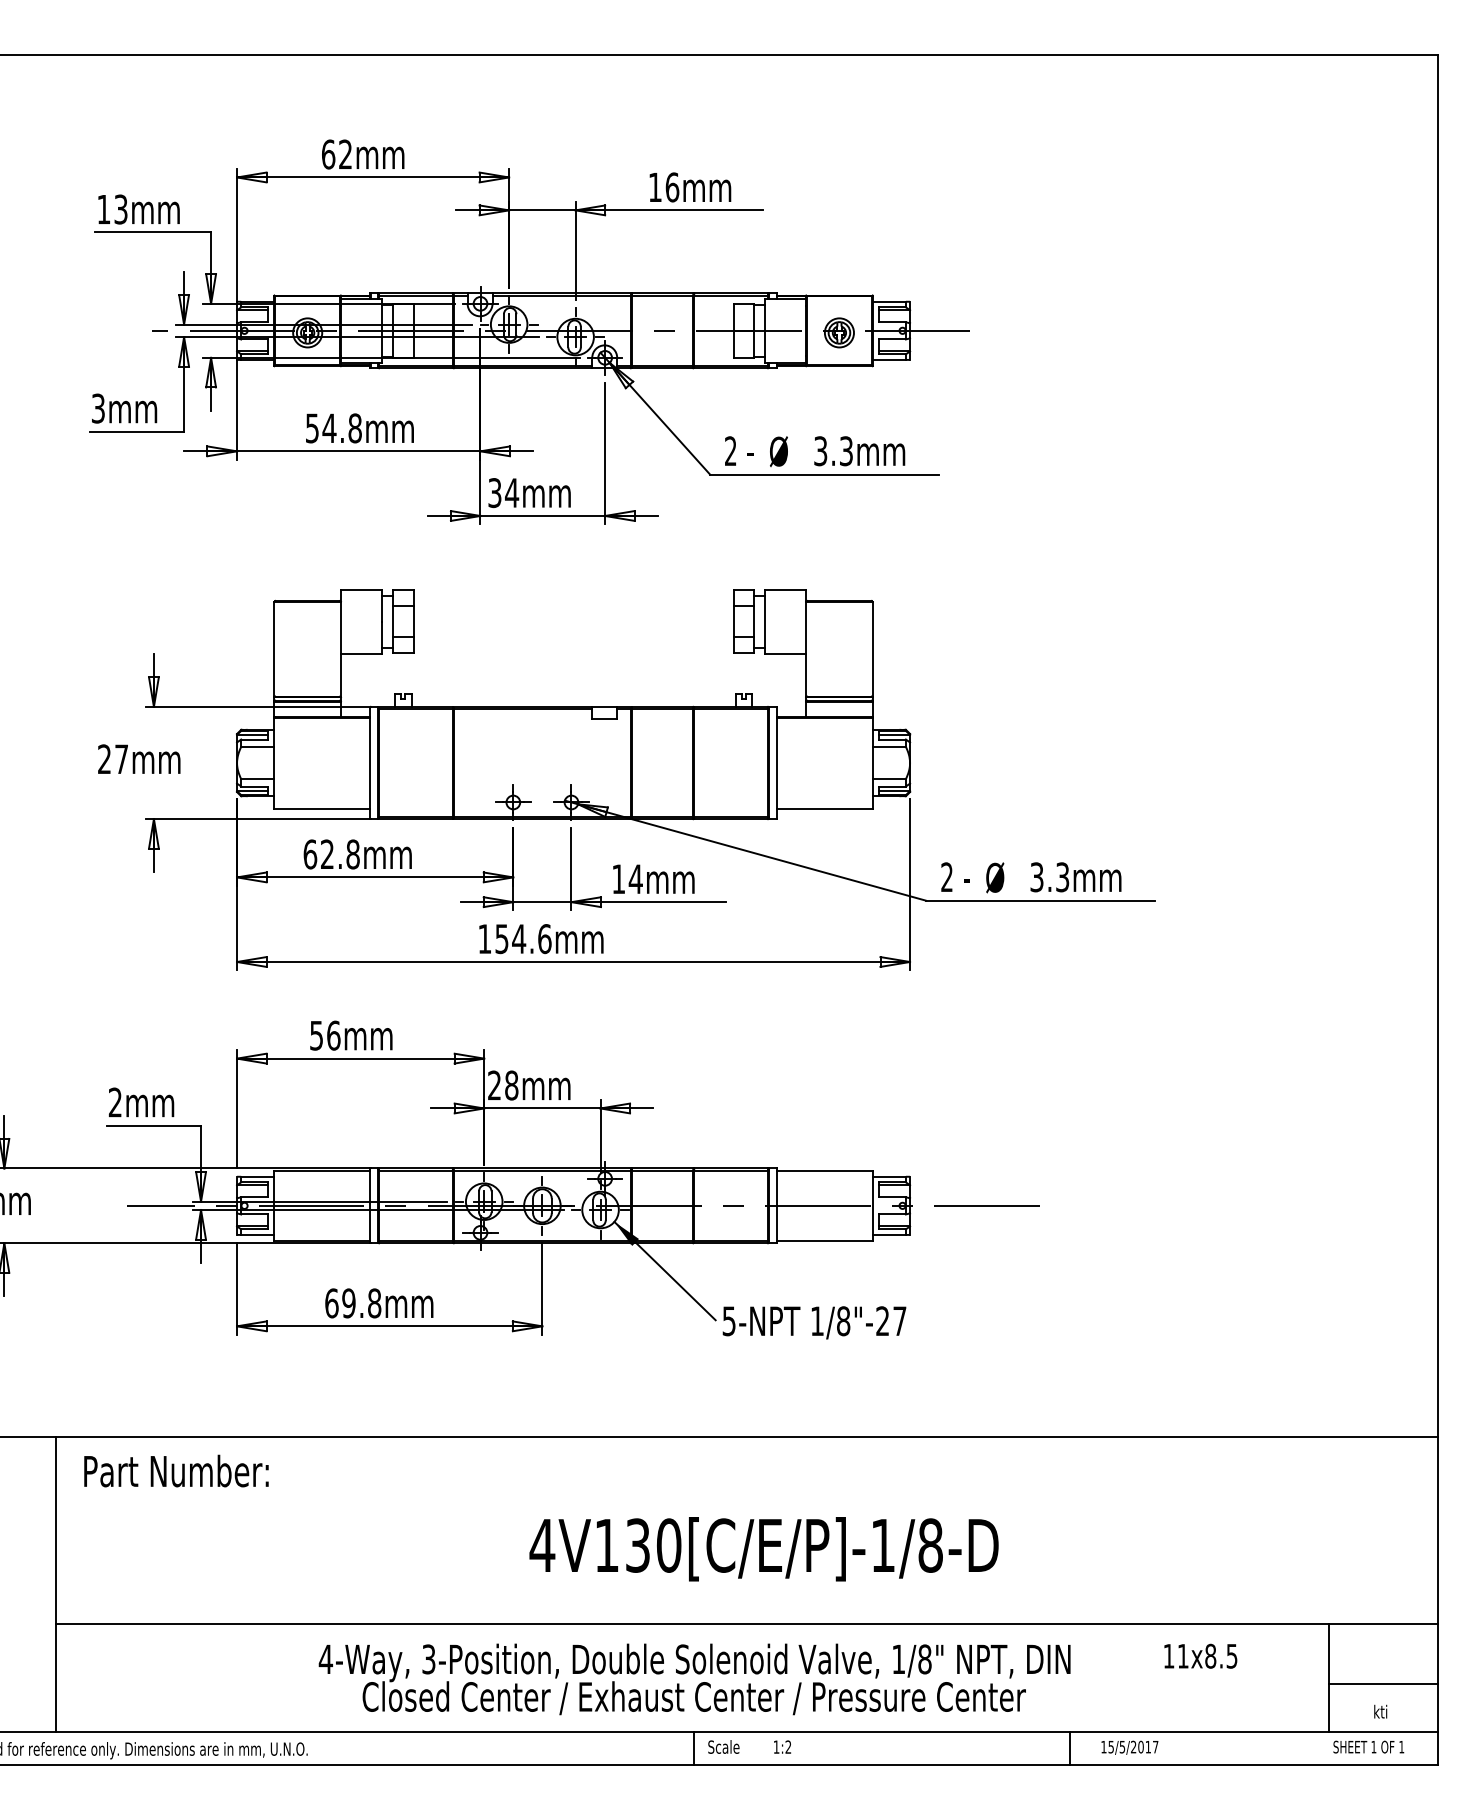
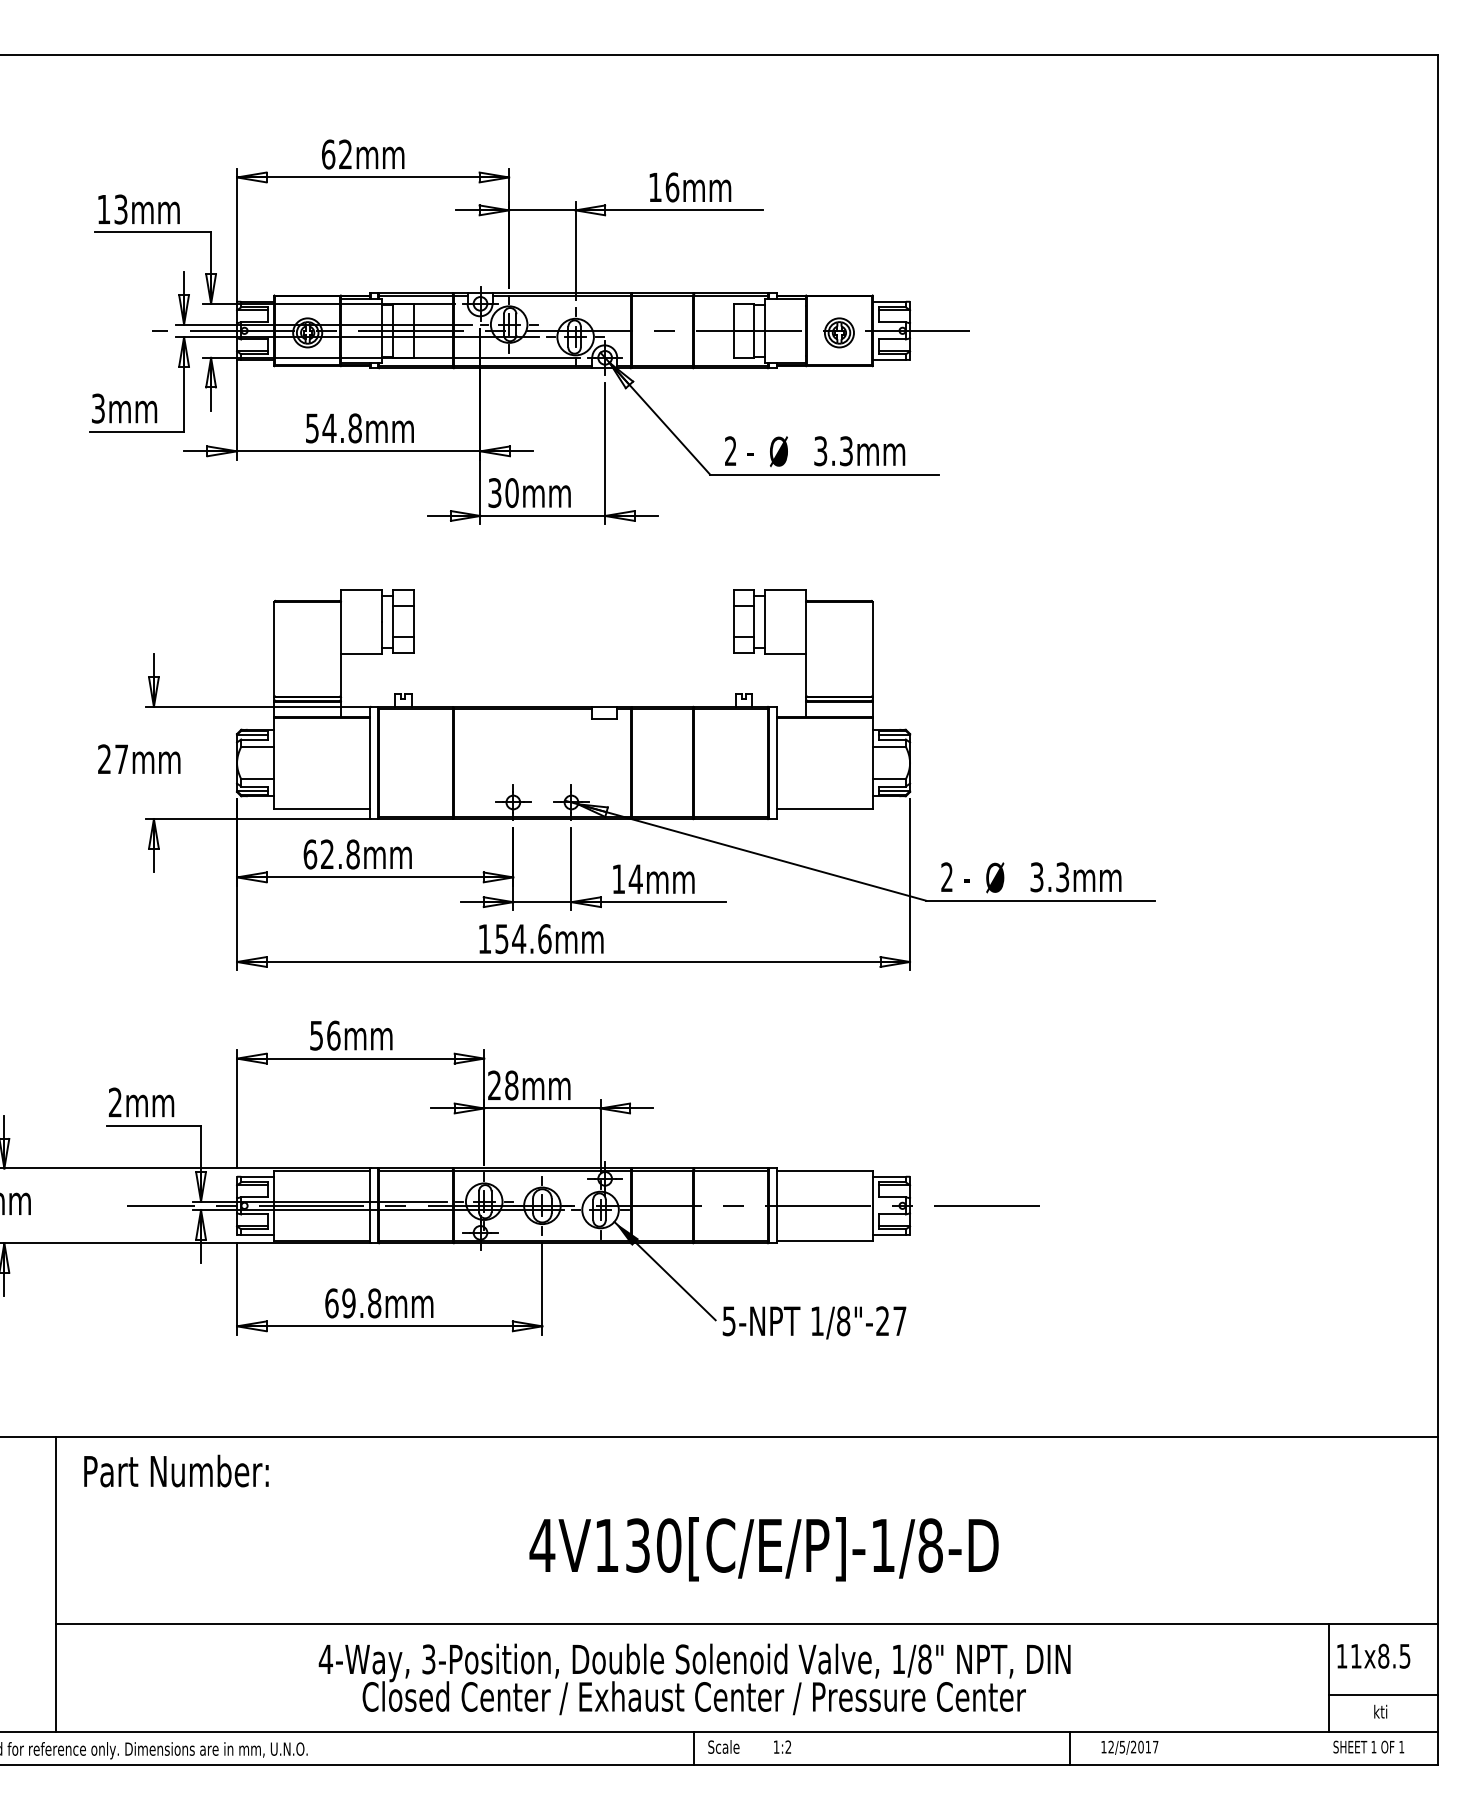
text at (511, 493): 34mm -> 30mm
text at (1200, 1655) position: (1200, 1655) -> (1373, 1655)
line at (1383, 1683) position: (1383, 1683) -> (1383, 1694)
text at (1110, 1746): 15/5/2017 -> 12/5/2017
